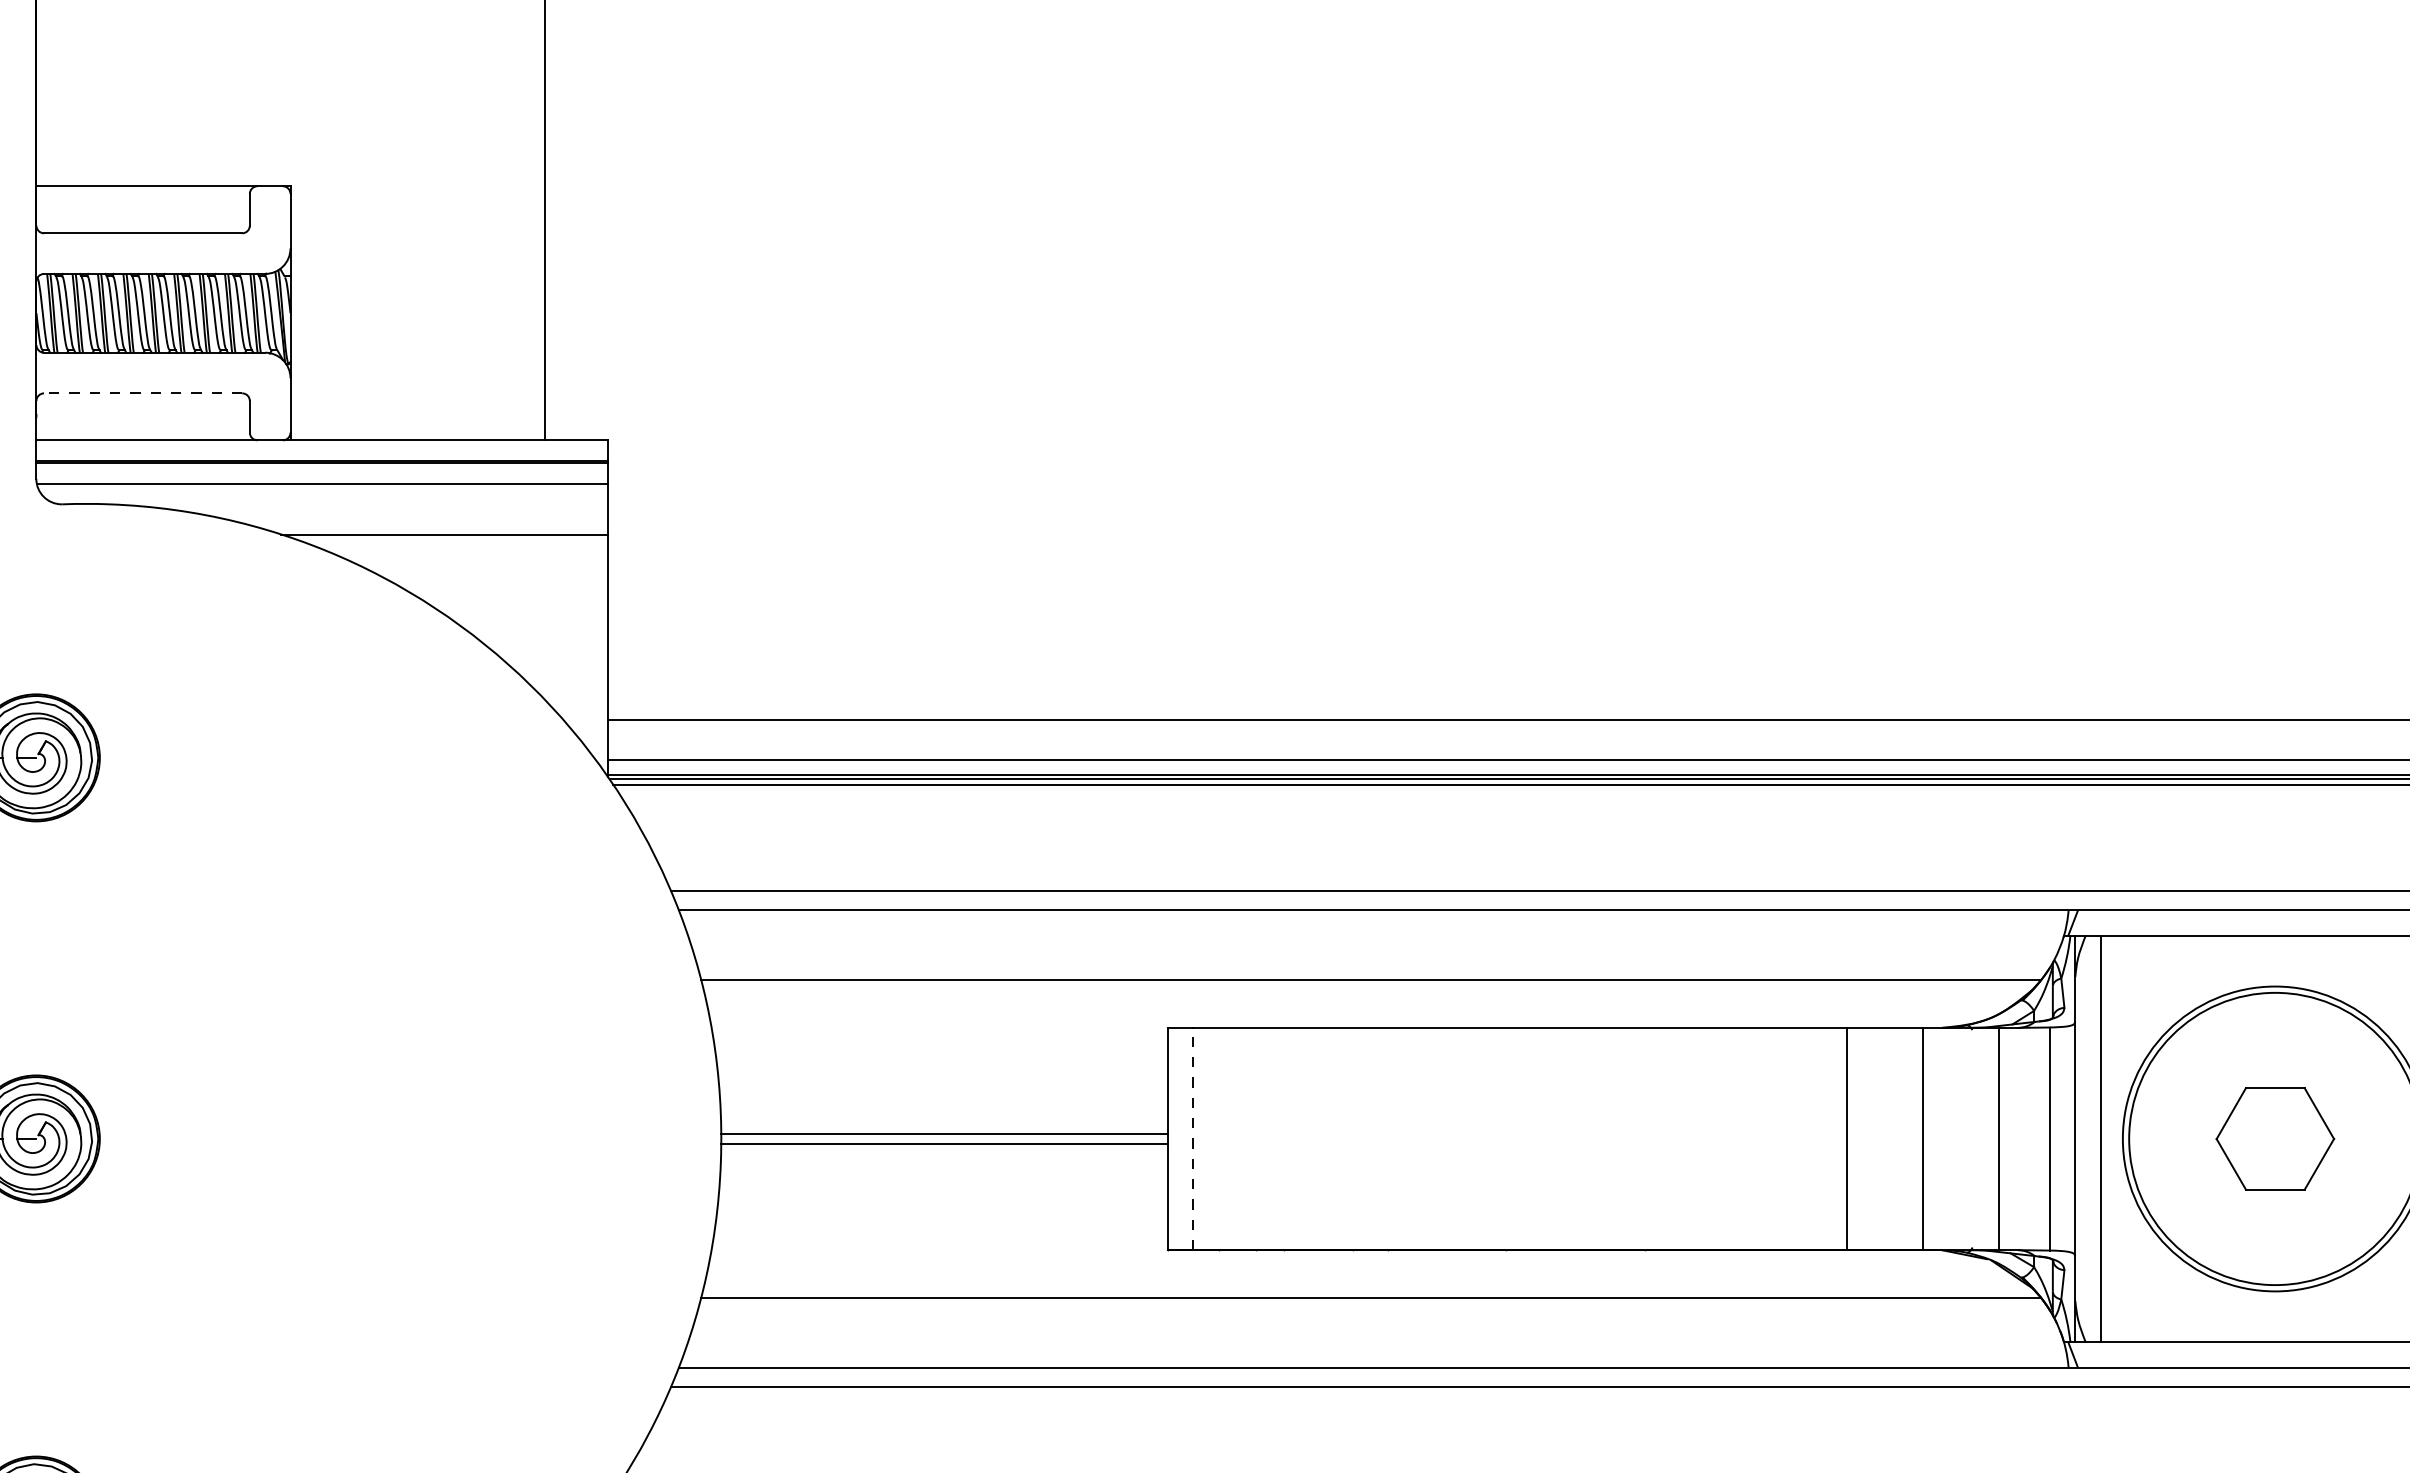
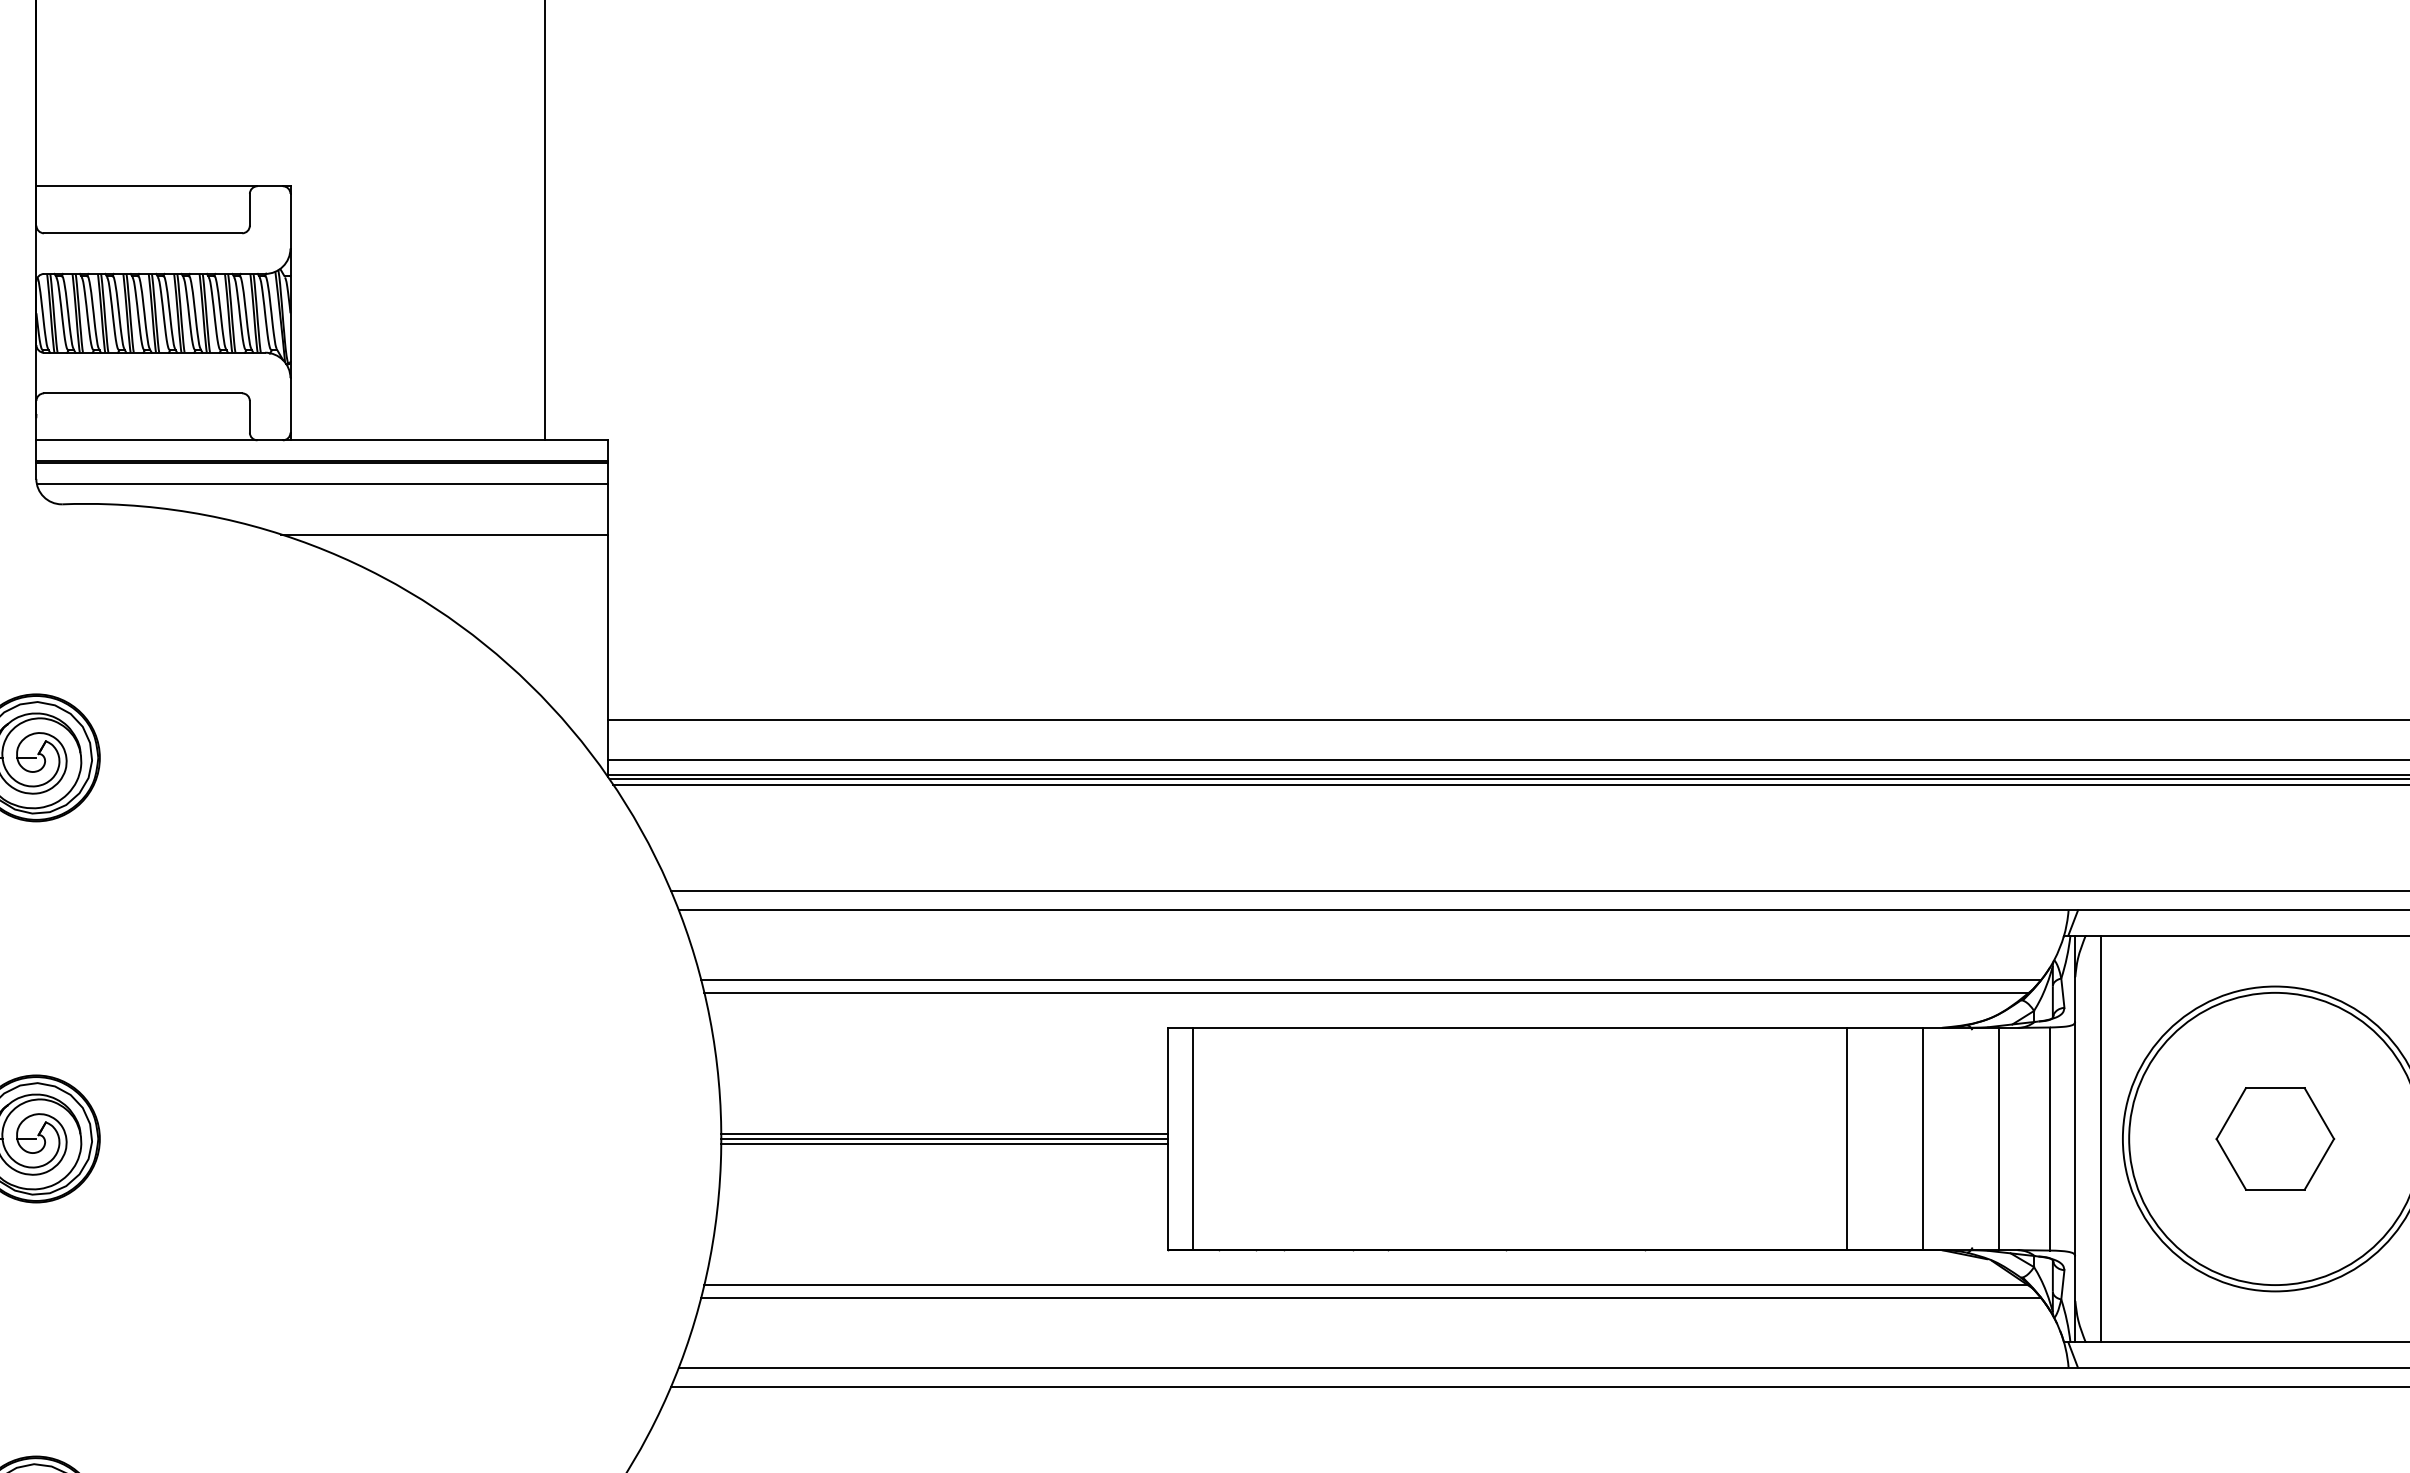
line at (142, 393): dashed -> solid
line at (1365, 992): none -> present
line at (944, 1138): none -> present
line at (1193, 1138): dashed -> solid
line at (1365, 1285): none -> present
